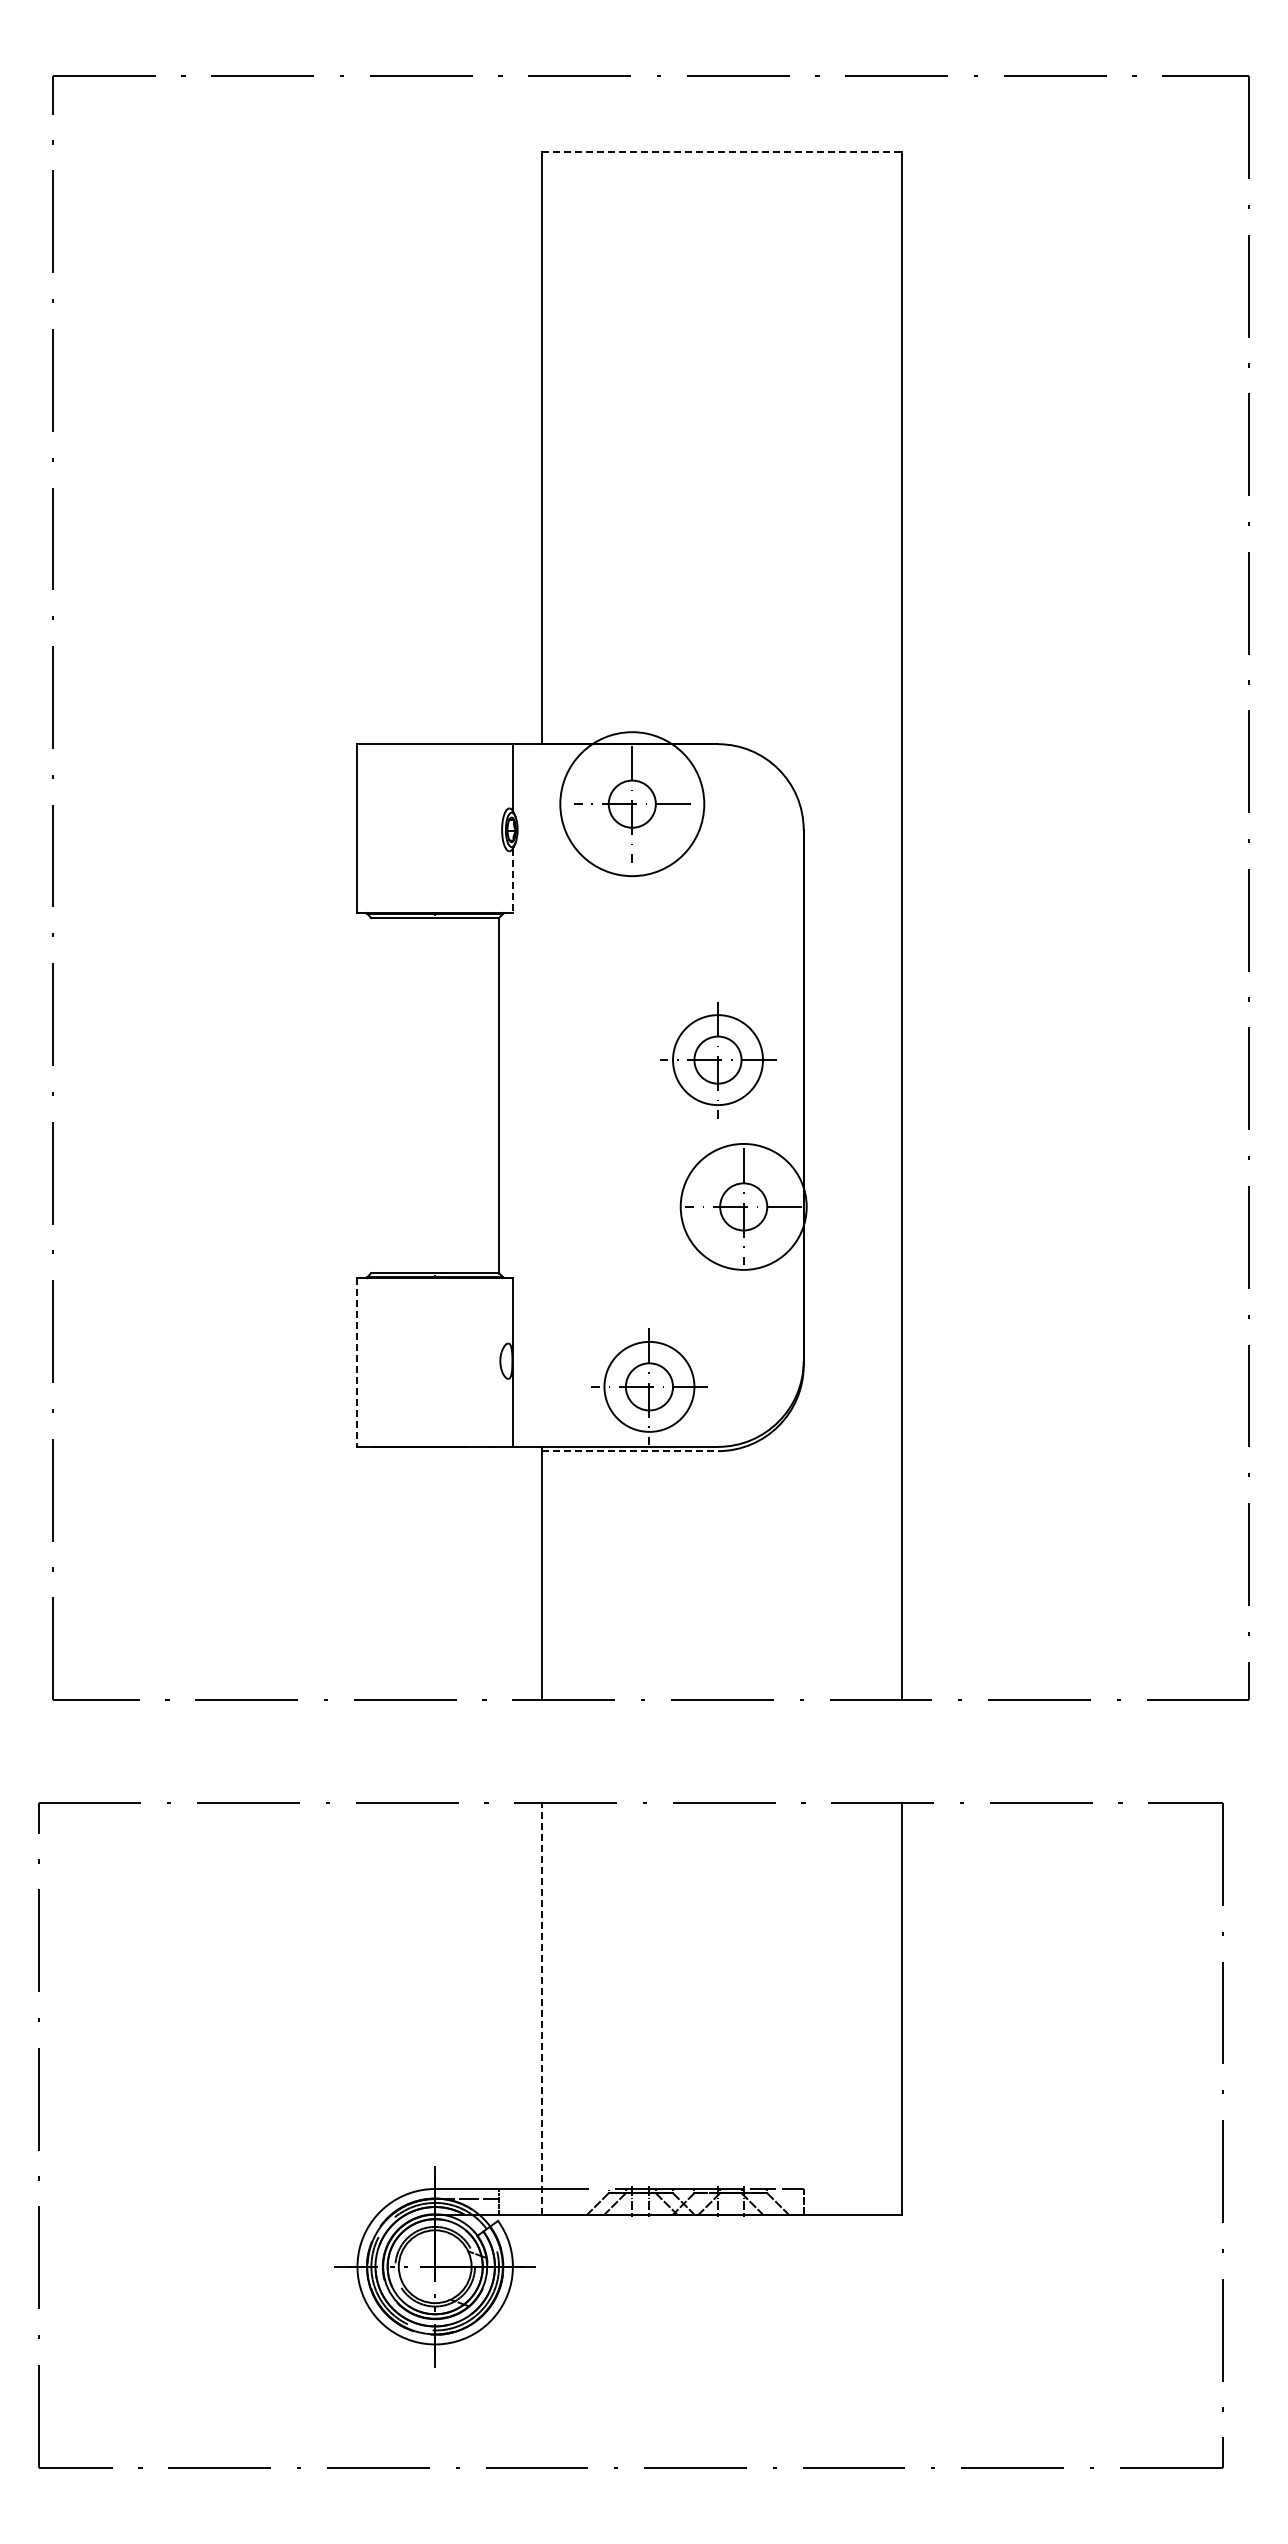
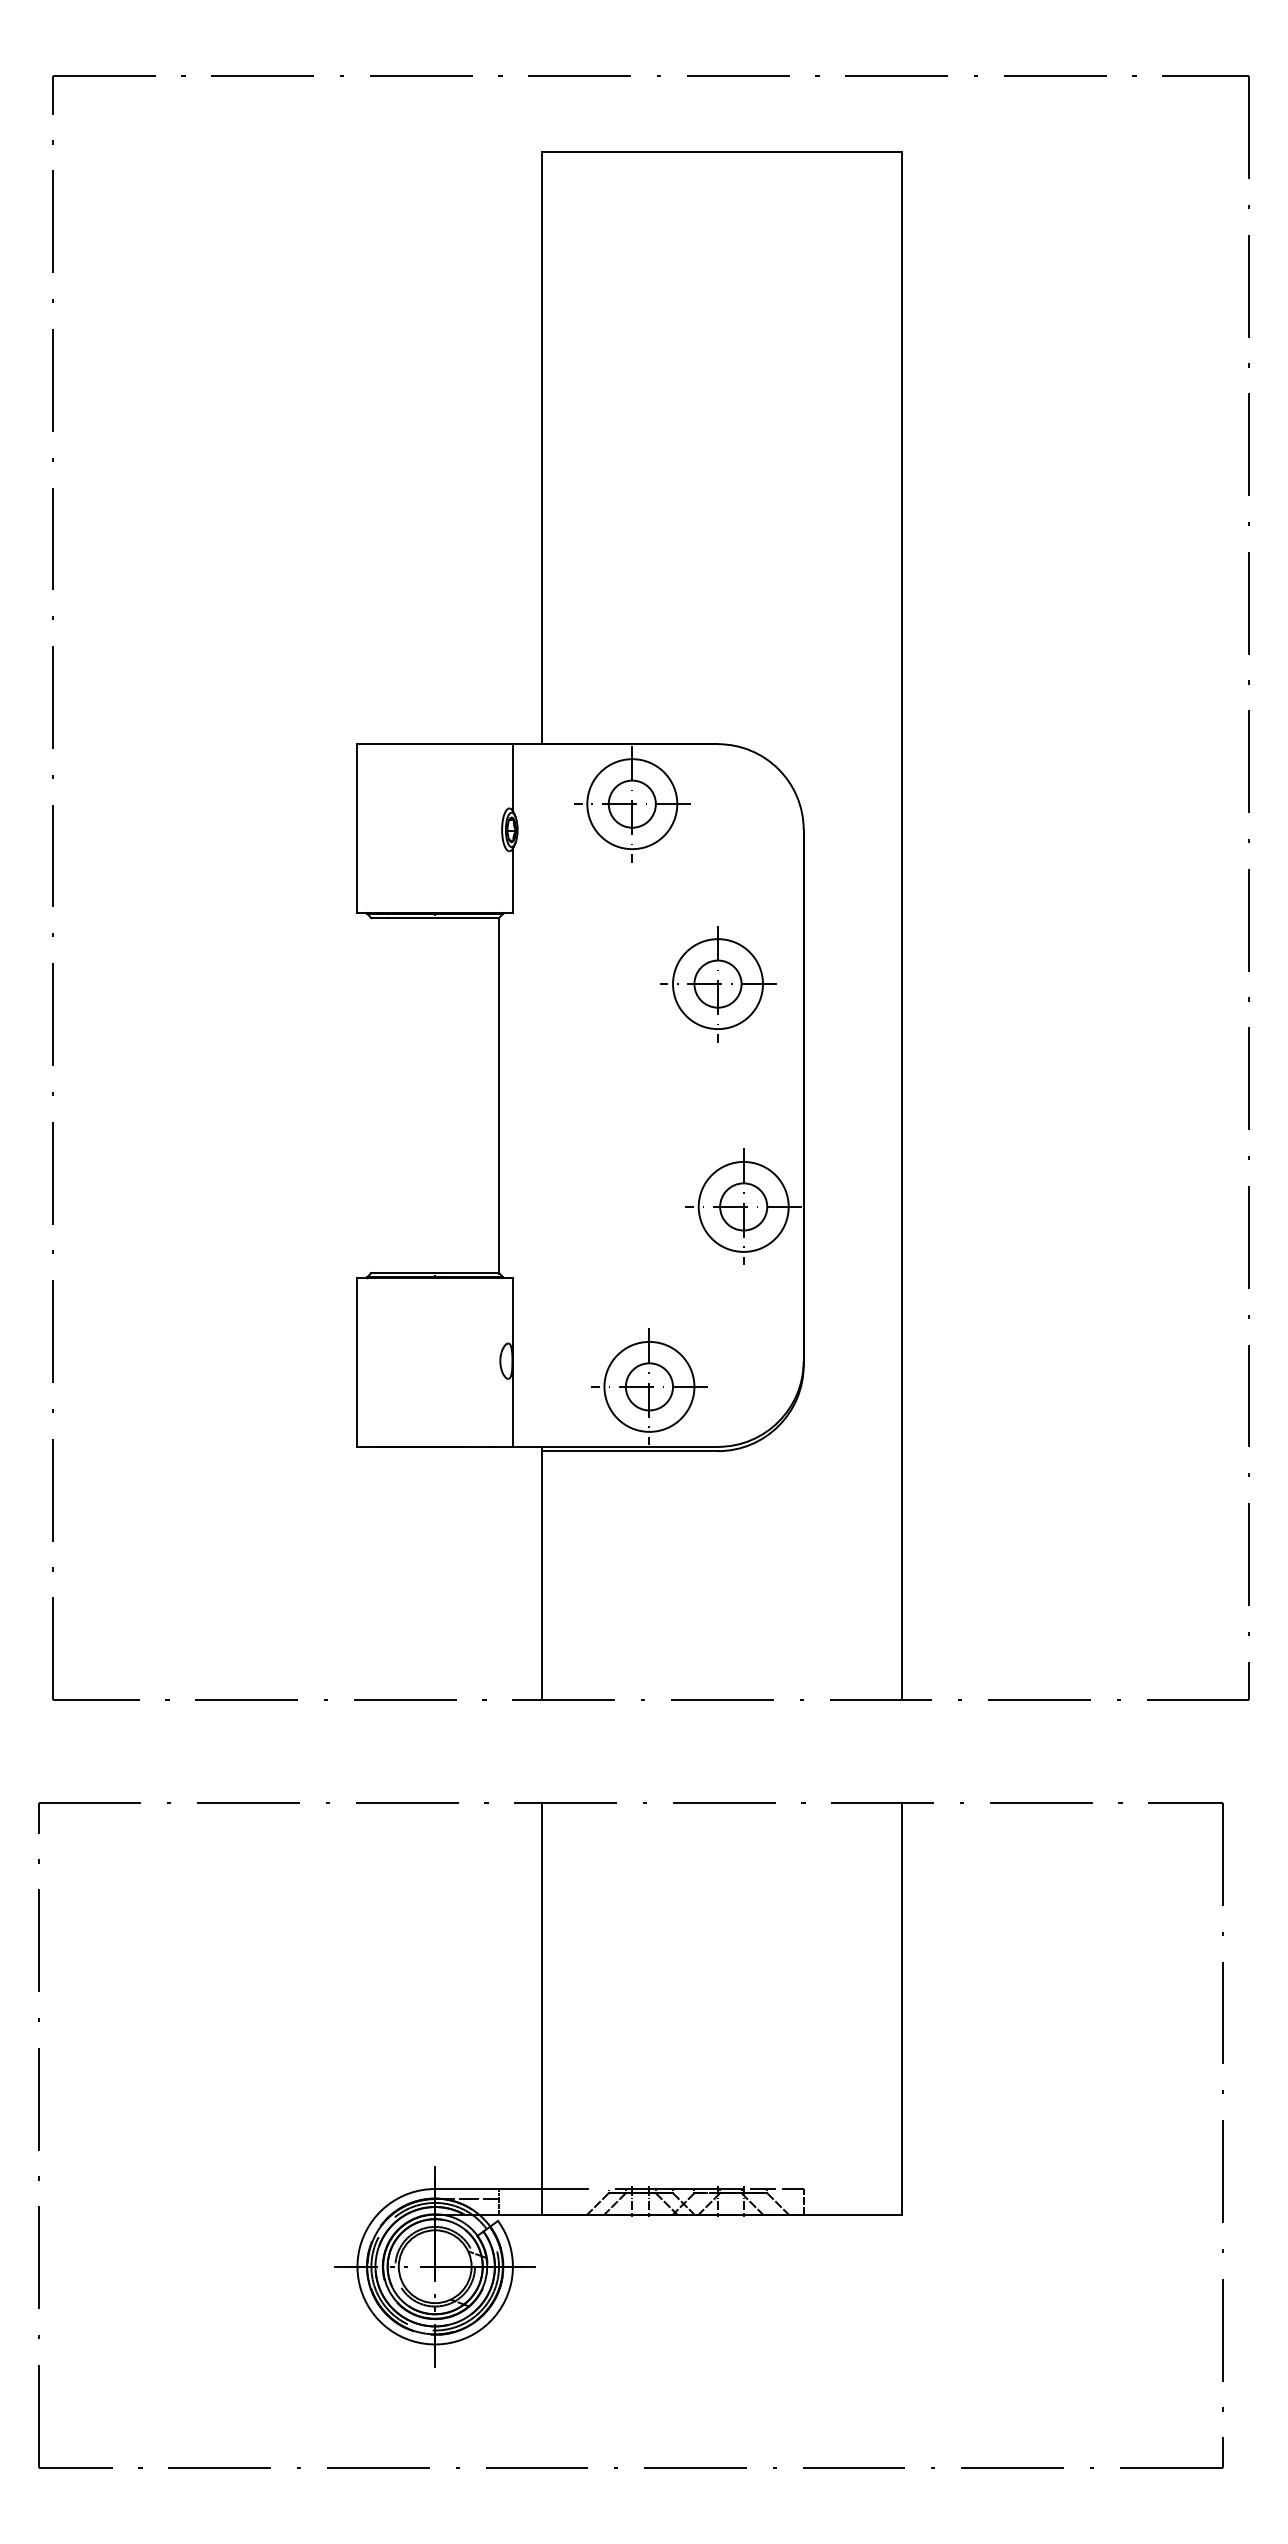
line at (722, 152): dashed -> solid
circle at (632, 804) diameter: 144 px -> 90 px
line at (513, 881): dashed -> solid
part at (718, 1060) position: (718, 1060) -> (718, 984)
circle at (743, 1206) diameter: 126 px -> 90 px
line at (357, 1362): dashed -> solid
line at (630, 1451): dashed -> solid
line at (542, 2008): dashed -> solid
